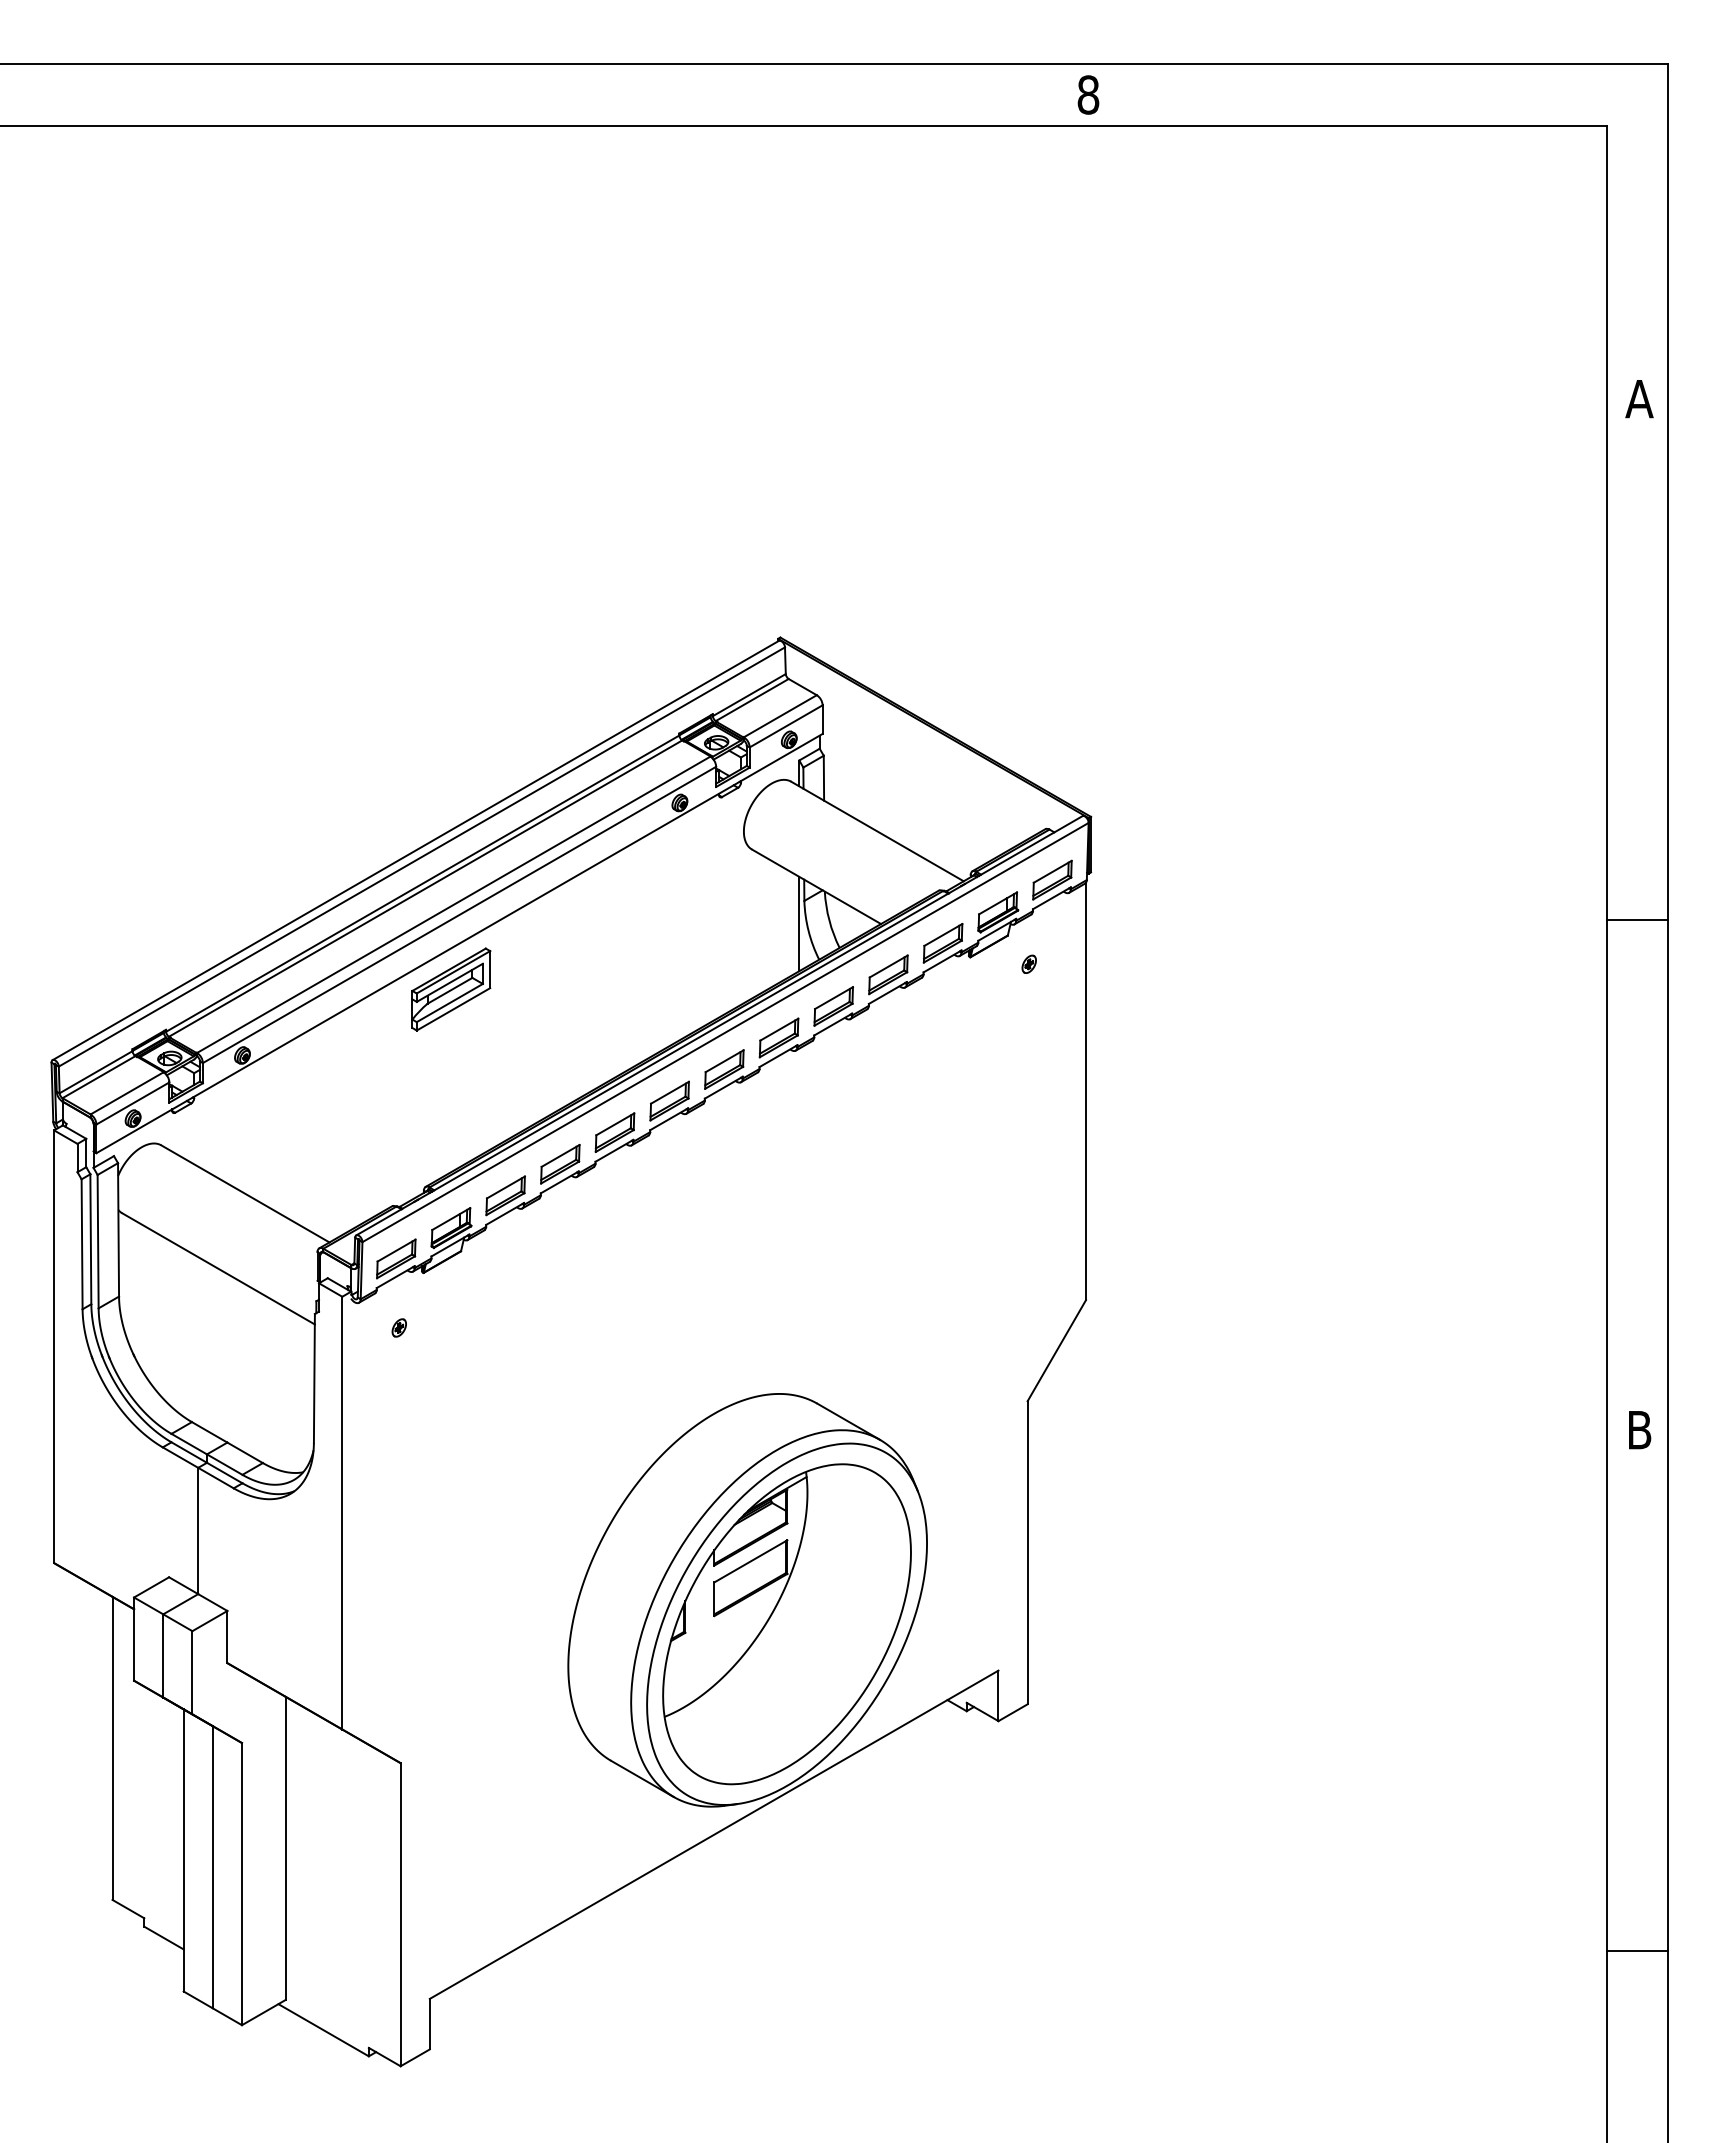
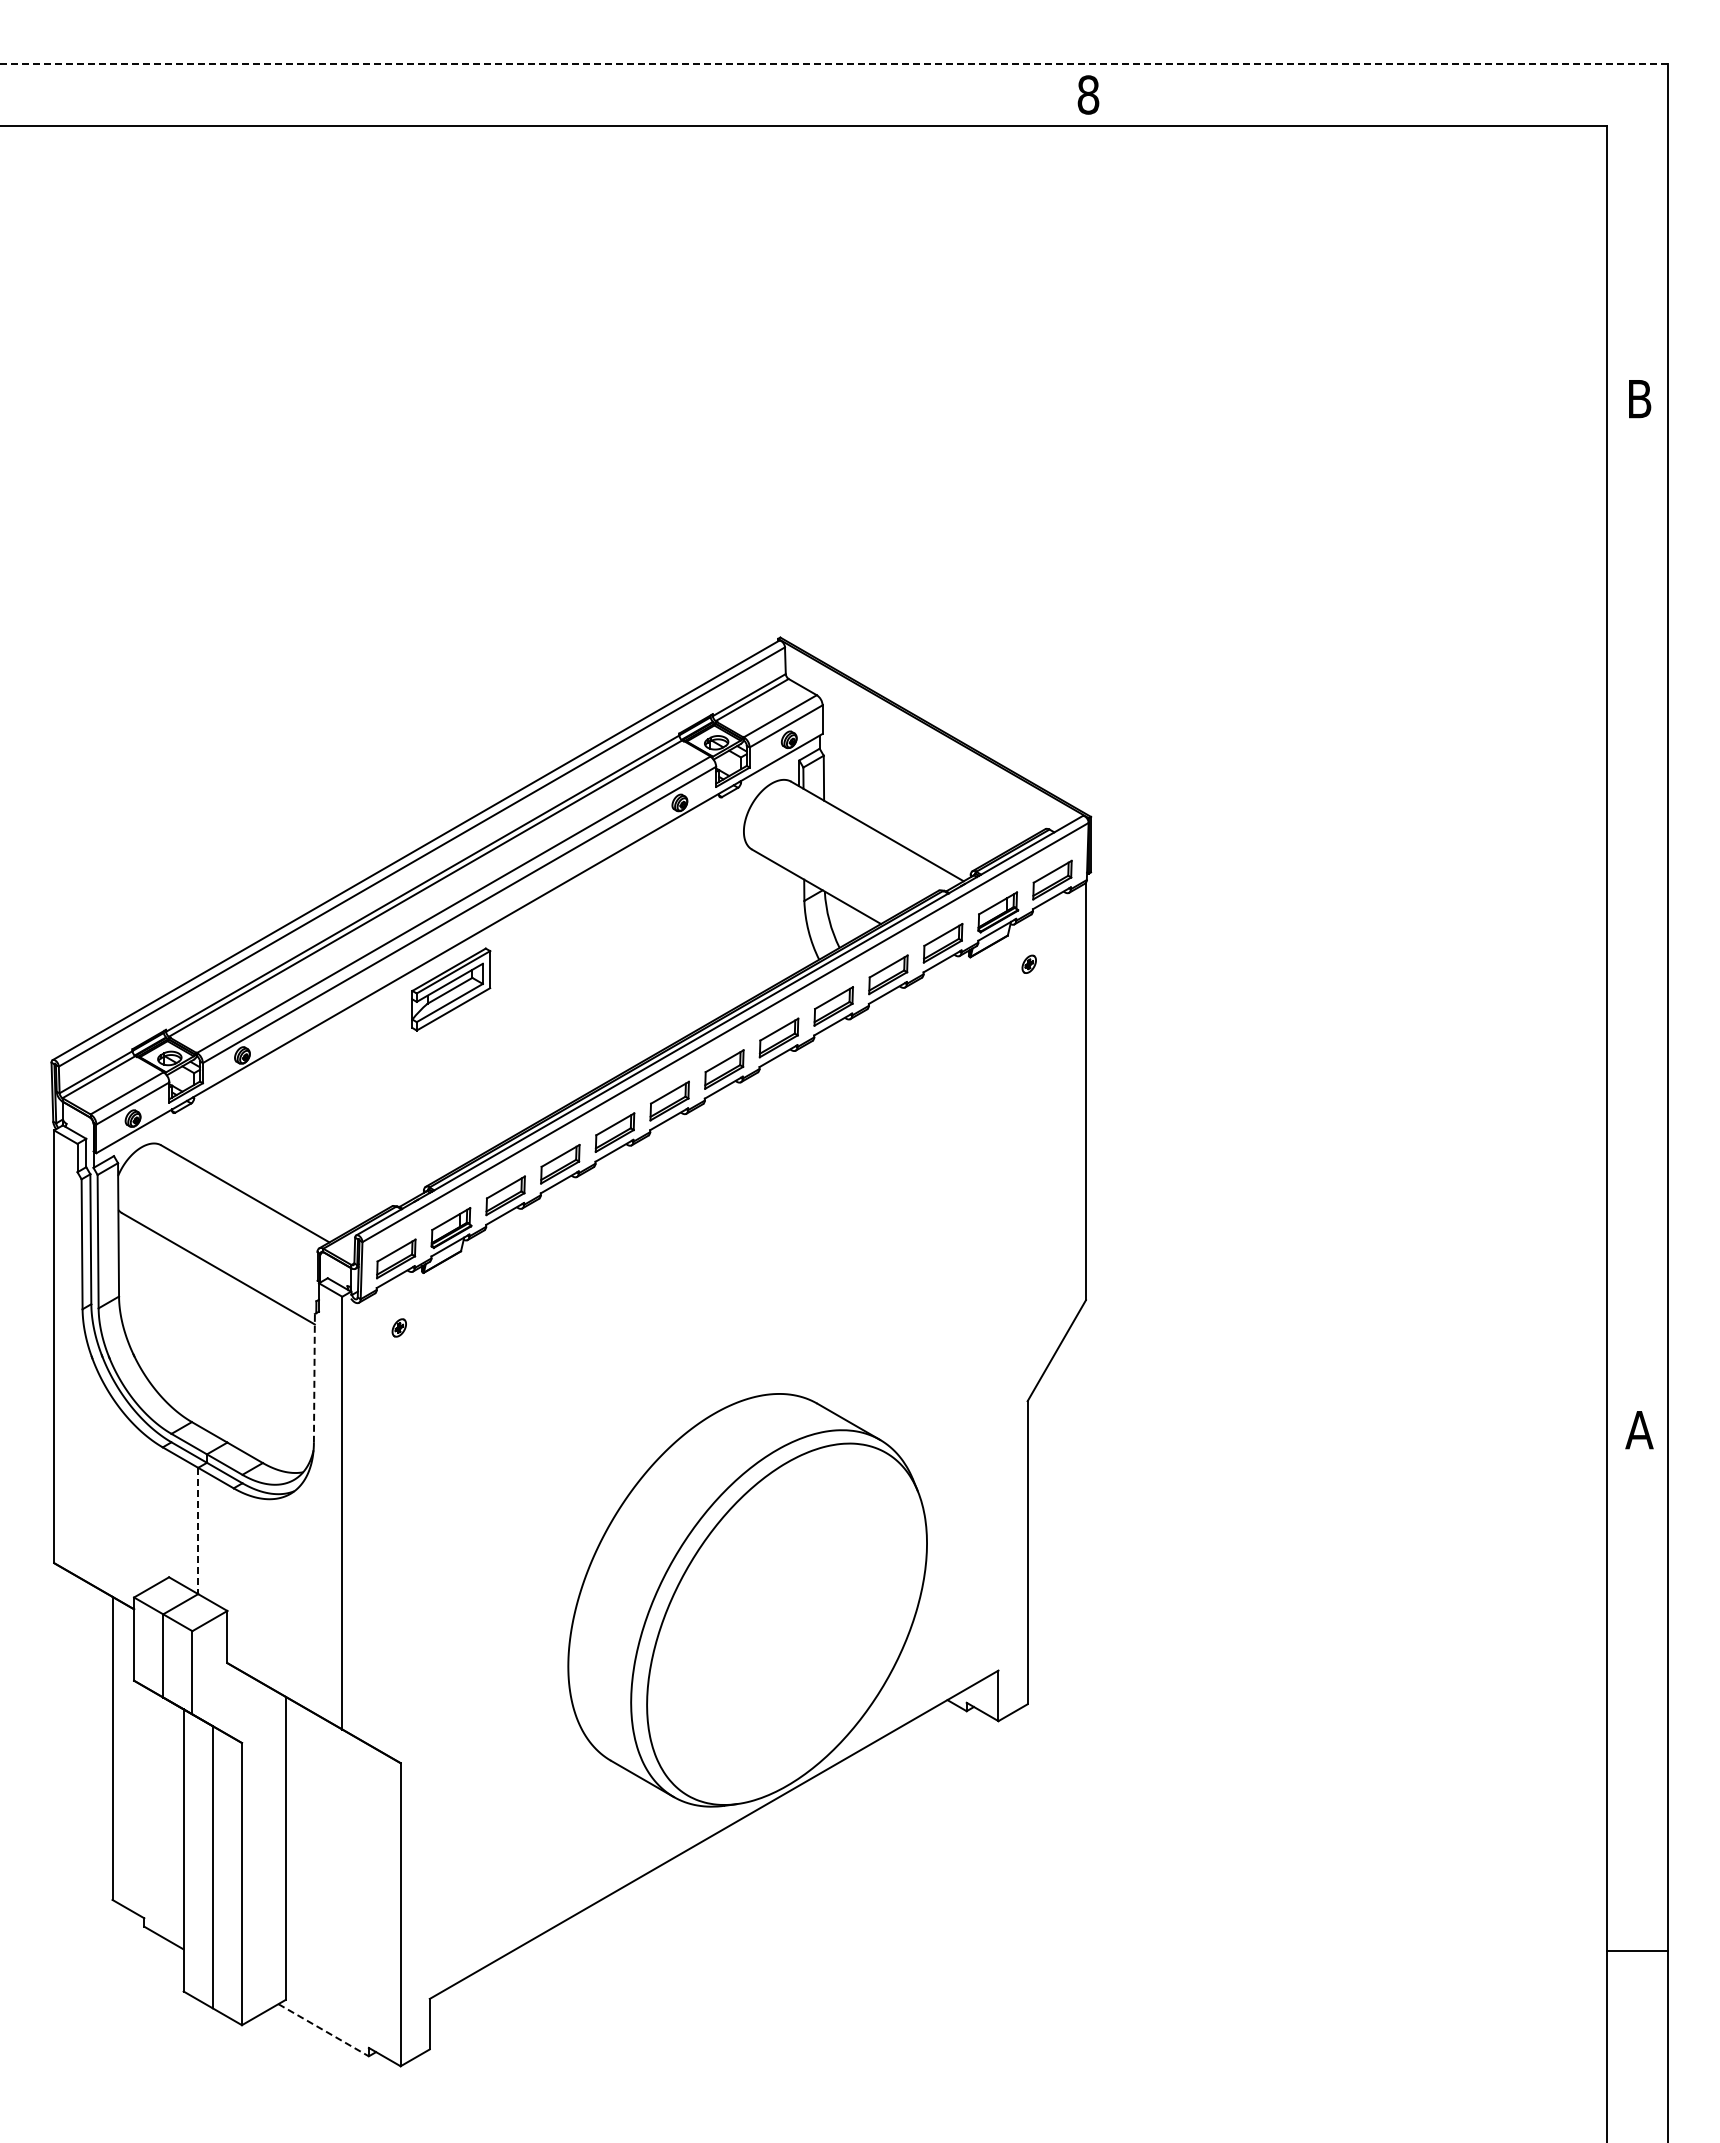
line at (833, 64): solid -> dashed
text at (1639, 399): A -> B
line at (1637, 920): present -> none
line at (799, 923): present -> none
line at (314, 1377): solid -> dashed
text at (1639, 1430): B -> A
line at (198, 1531): solid -> dashed
part at (786, 1624): present -> none
line at (324, 2030): solid -> dashed
